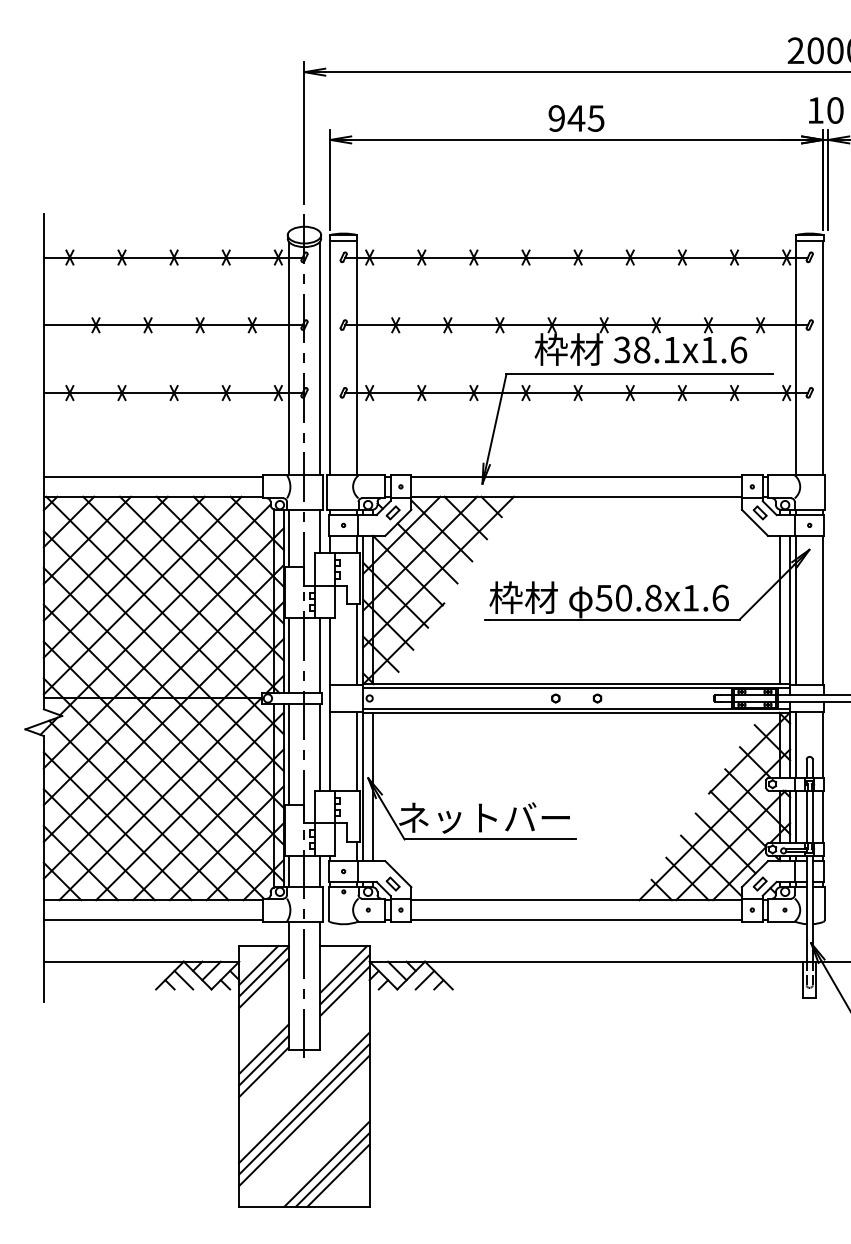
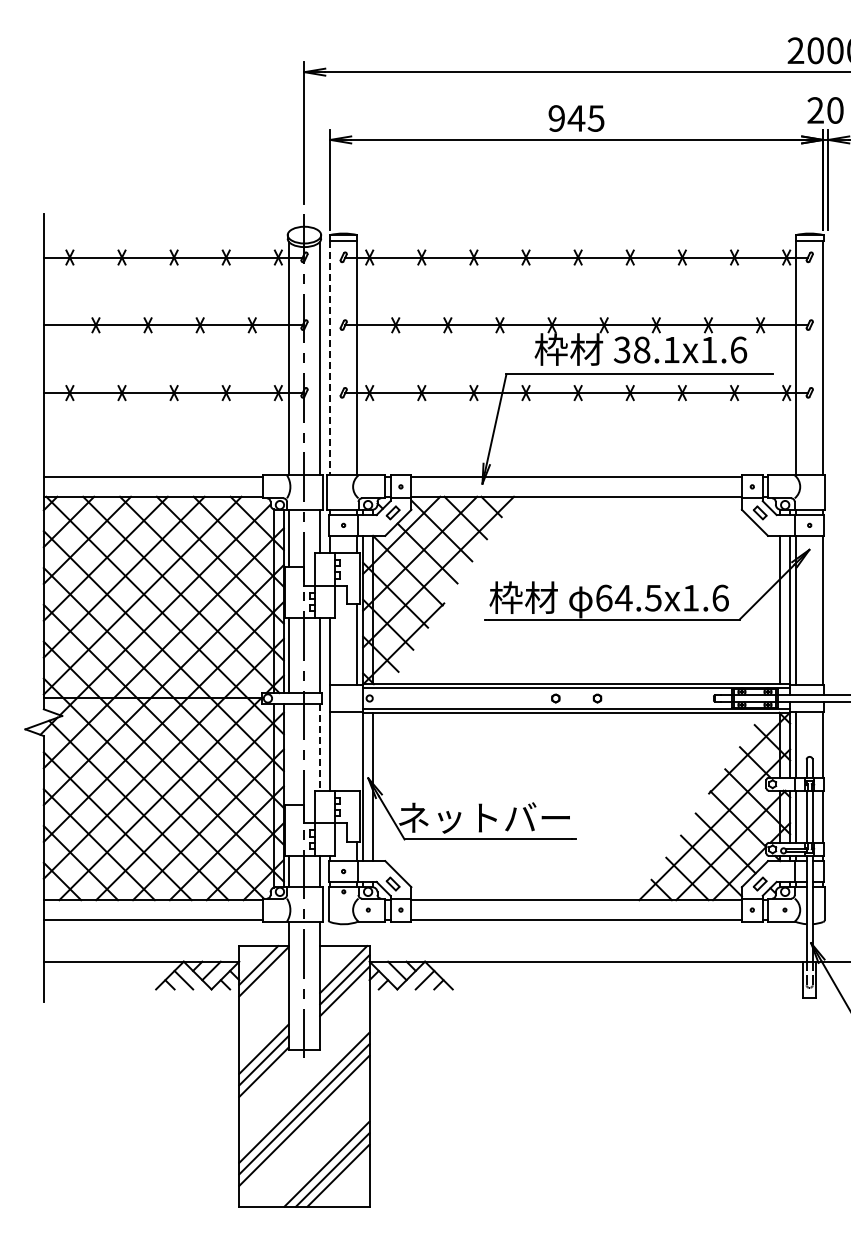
text at (815, 110): 10 -> 20
line at (330, 358): solid -> dashed
text at (628, 597): 50.8x1.6 -> 64.5x1.6
line at (320, 747): solid -> dashed
line at (356, 750): present -> none
line at (288, 753): present -> none
line at (263, 982): present -> none
